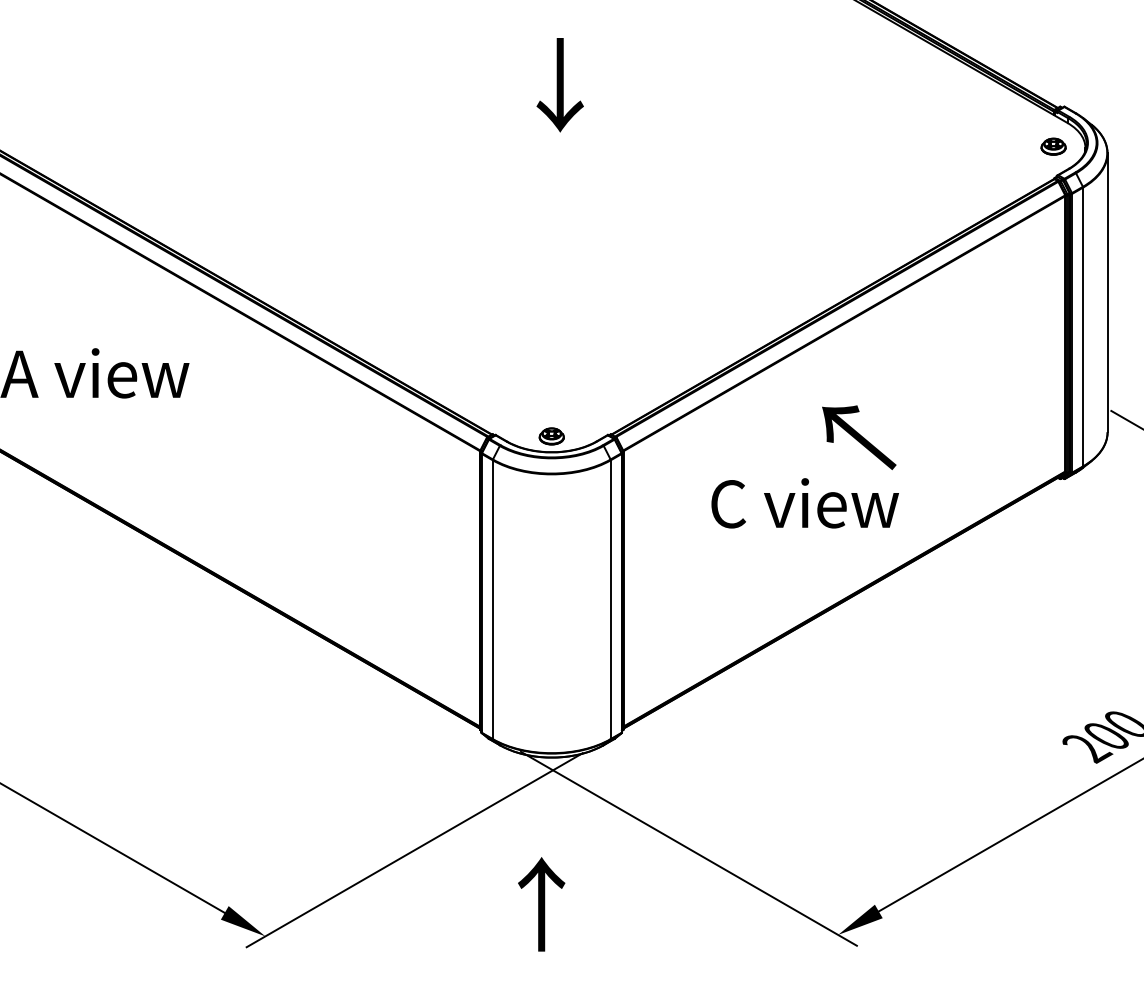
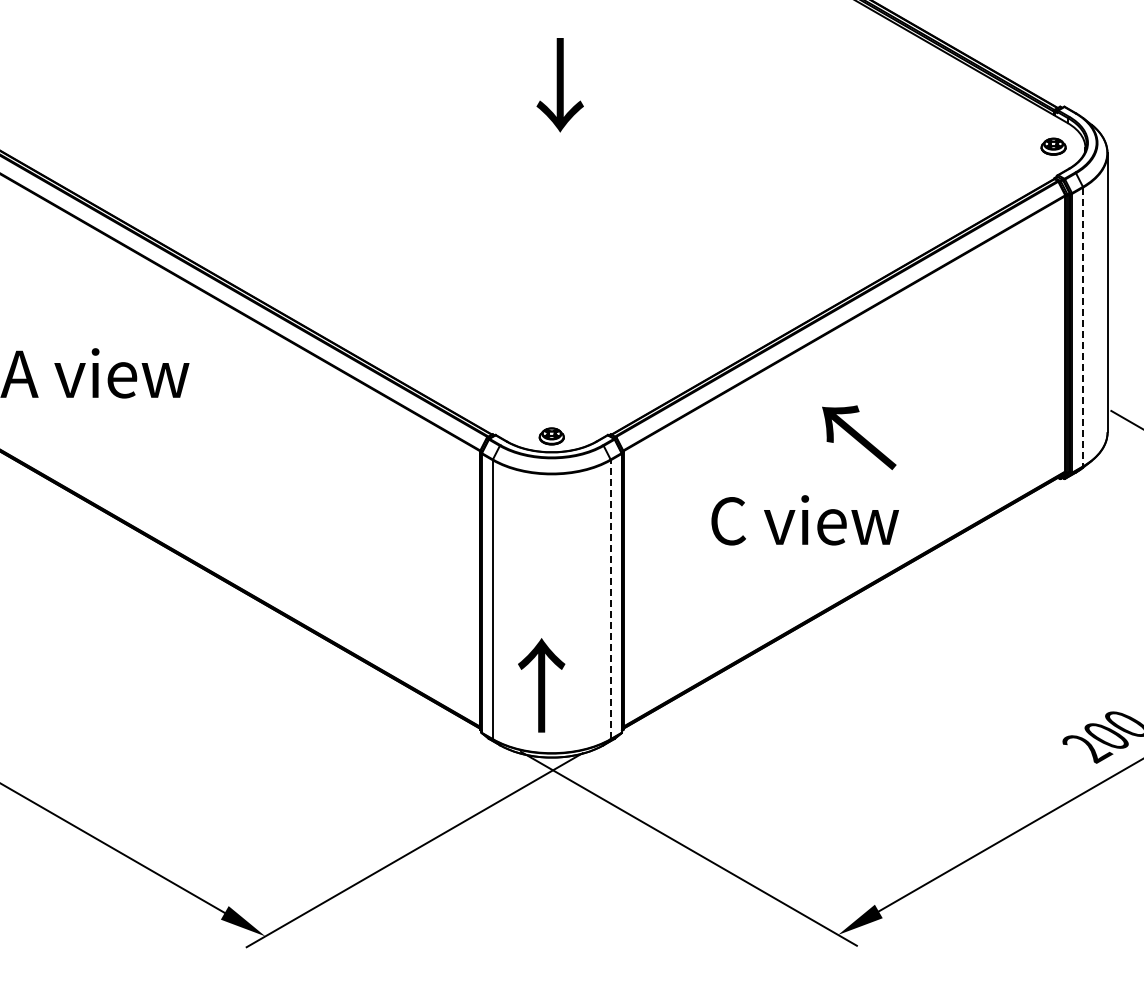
line at (1083, 327): solid -> dashed
text at (804, 503) position: (804, 503) -> (804, 520)
line at (610, 599): solid -> dashed
text at (541, 904) position: (541, 904) -> (541, 685)
